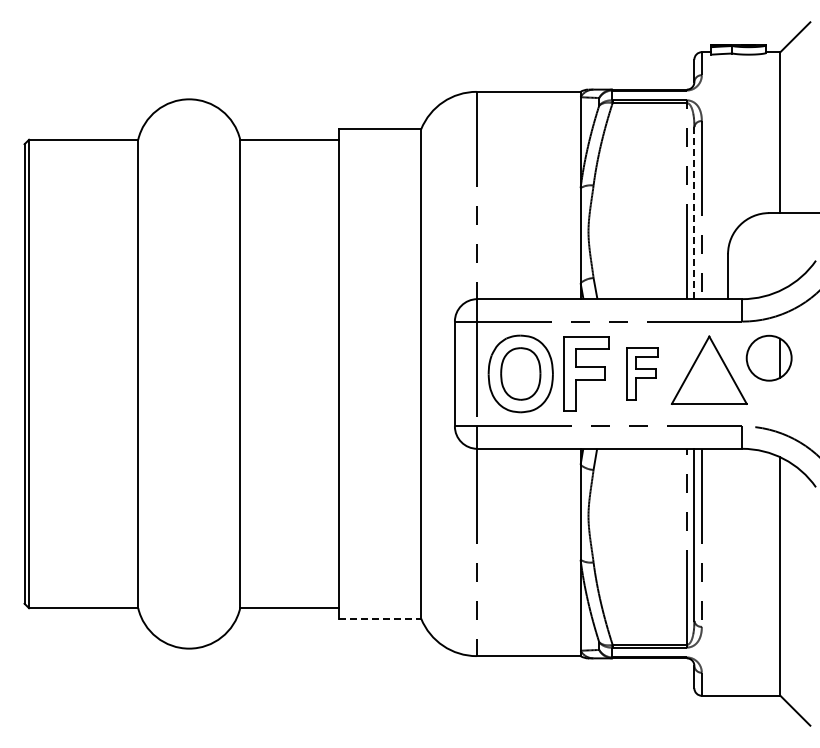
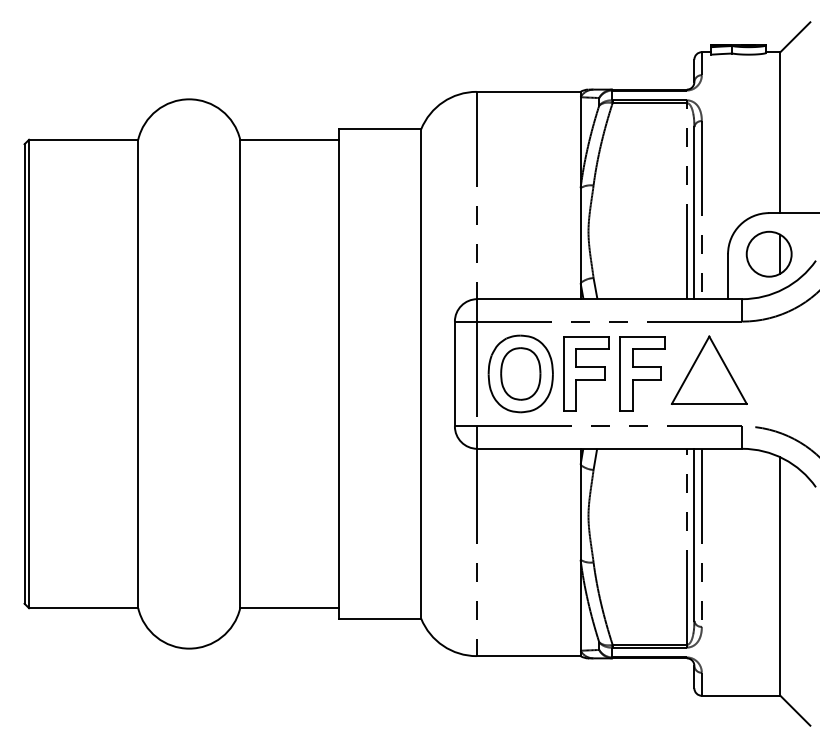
line at (694, 212): dashed -> solid
part at (768, 357) position: (768, 357) -> (768, 253)
part at (642, 373) size: 33x54 px -> 47x76 px
line at (380, 618): dashed -> solid
